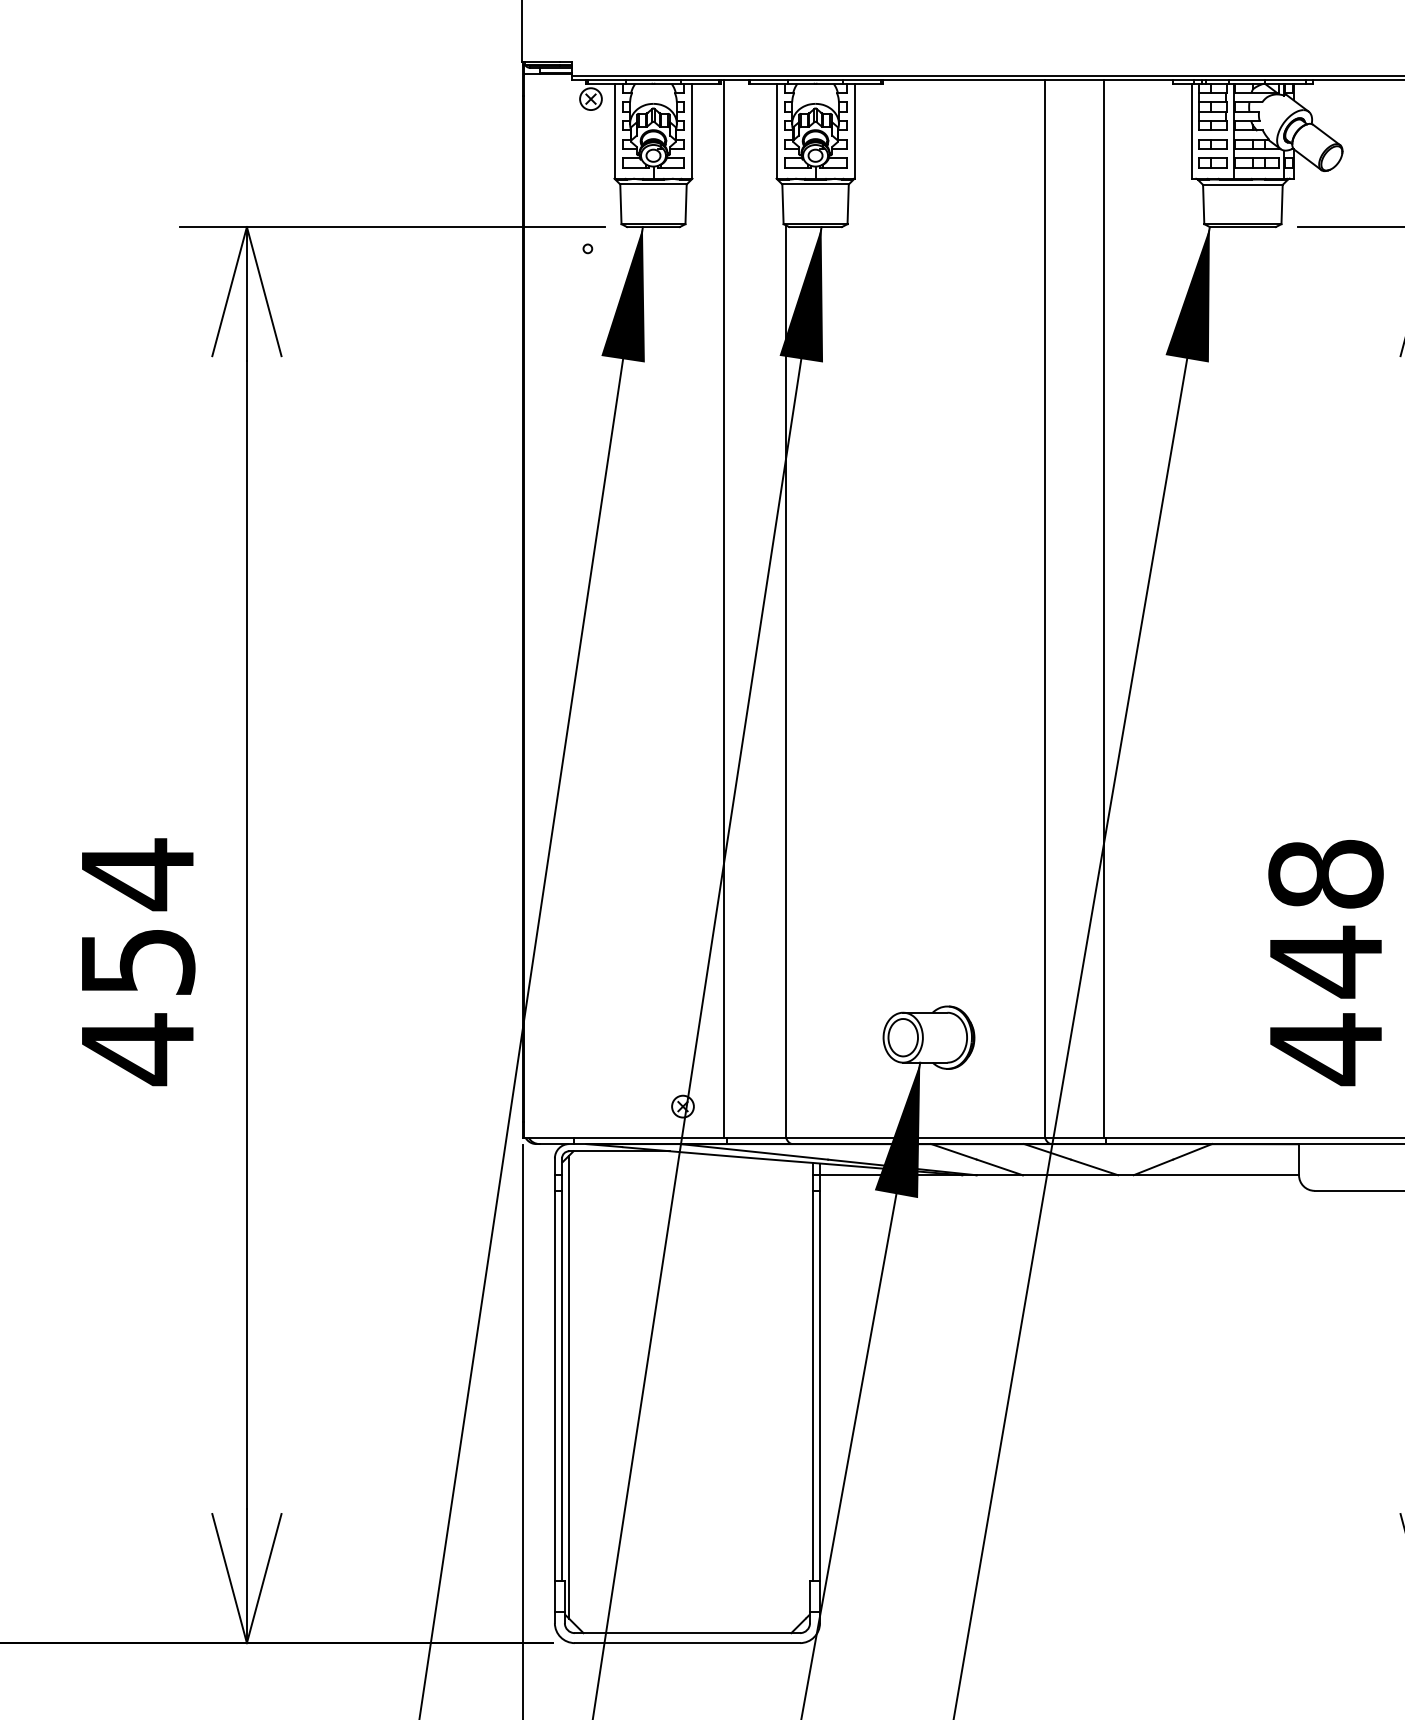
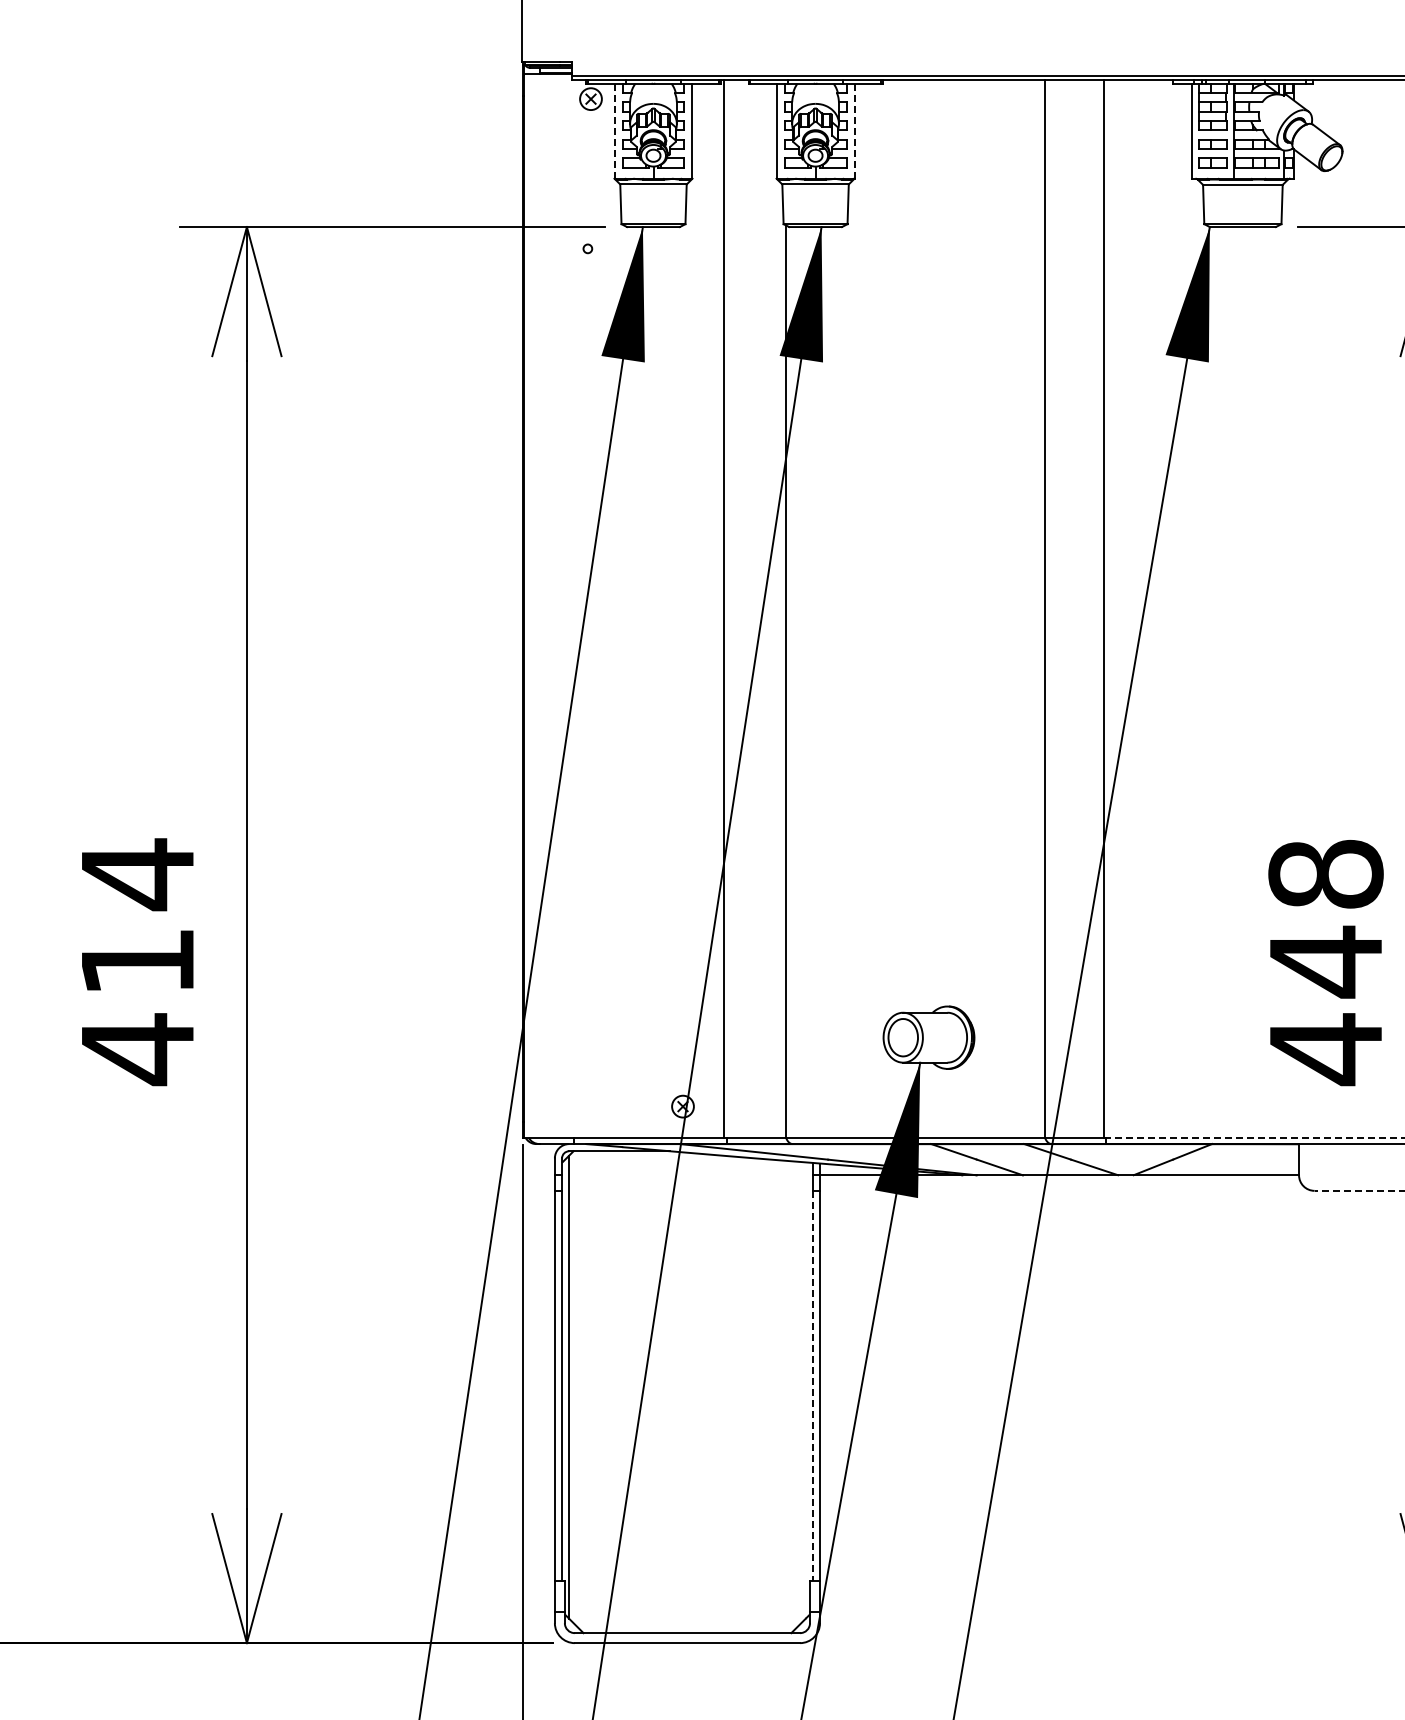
line at (614, 131): solid -> dashed
line at (854, 131): solid -> dashed
text at (138, 962): 454 -> 414
line at (1255, 1137): solid -> dashed
line at (1359, 1190): solid -> dashed
line at (812, 1385): solid -> dashed
